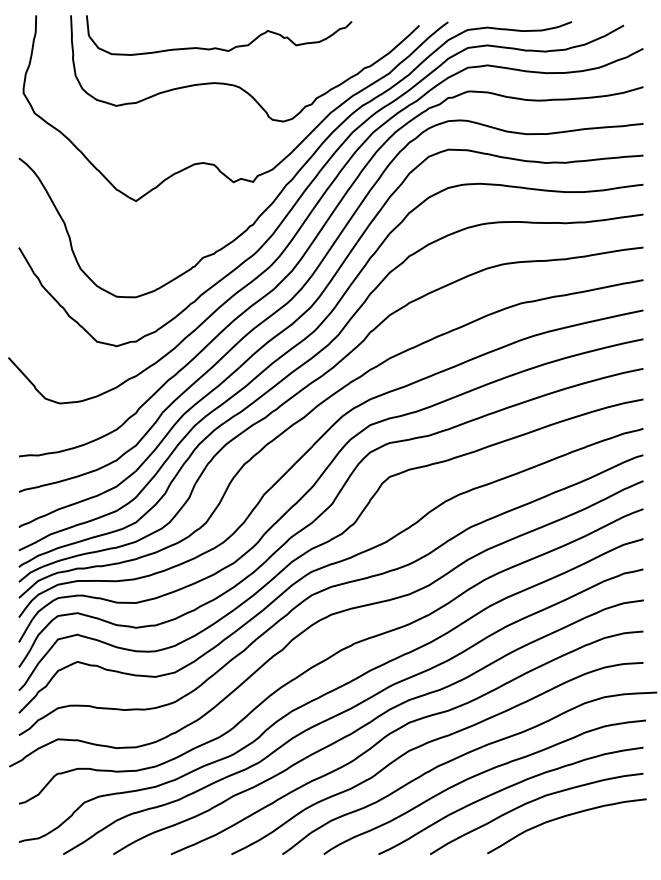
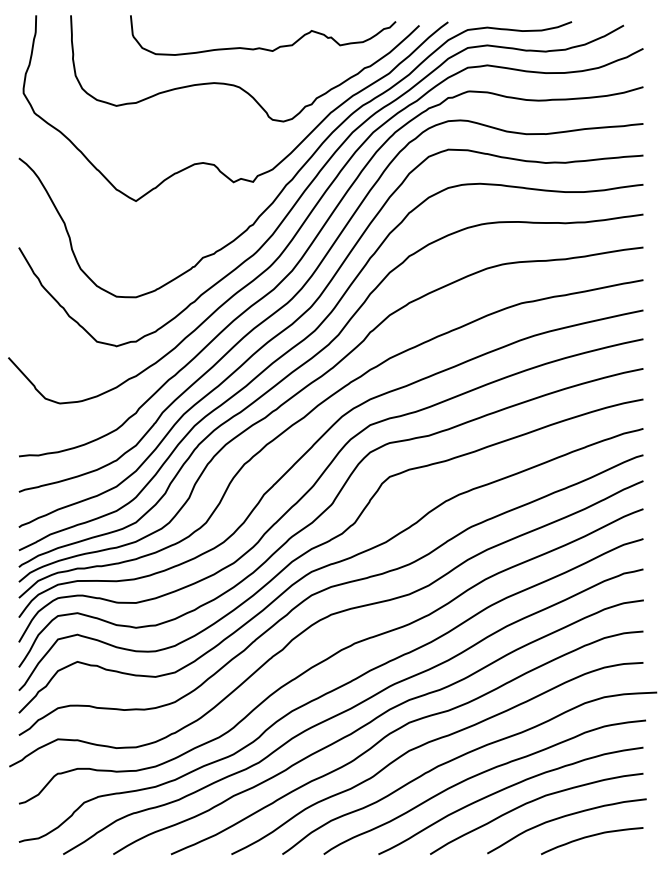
curve at (217, 47) position: (217, 47) -> (261, 47)
curve at (592, 836): none -> present
